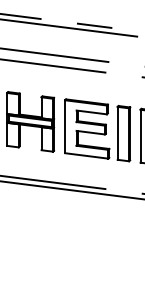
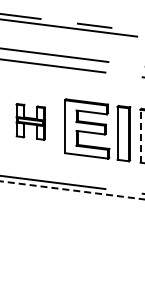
part at (30, 121) size: 50x62 px -> 31x38 px
line at (140, 135): solid -> dashed
line at (73, 190): solid -> dashed
